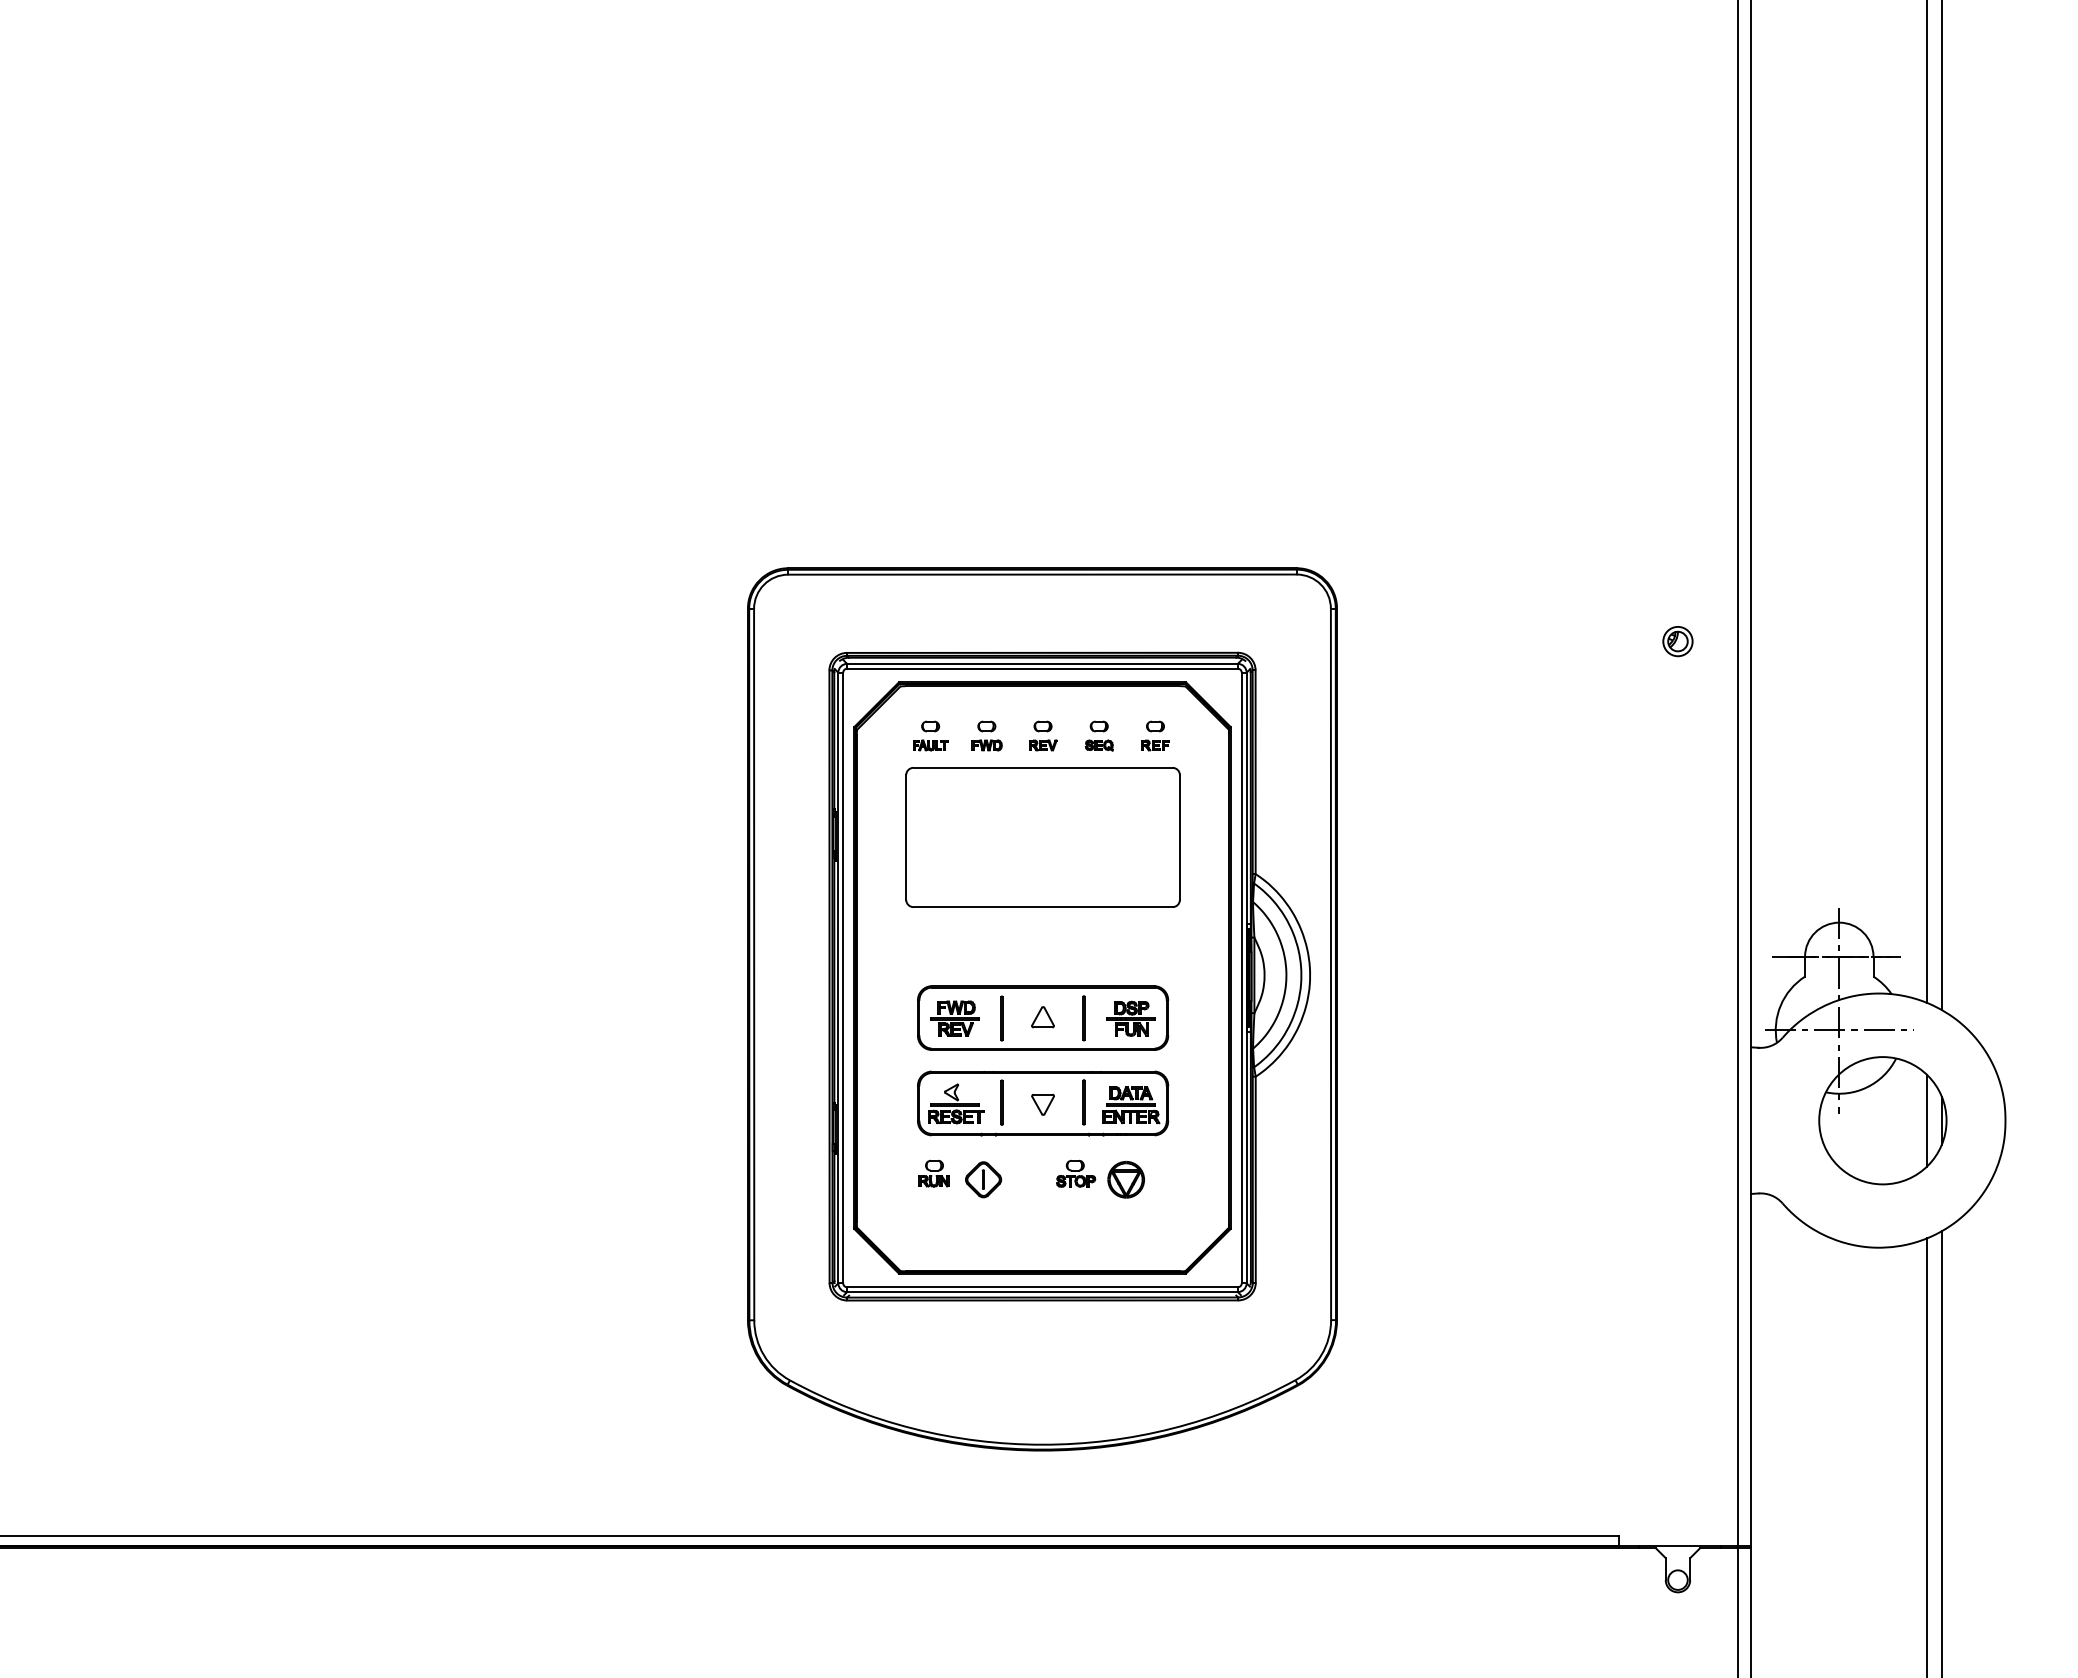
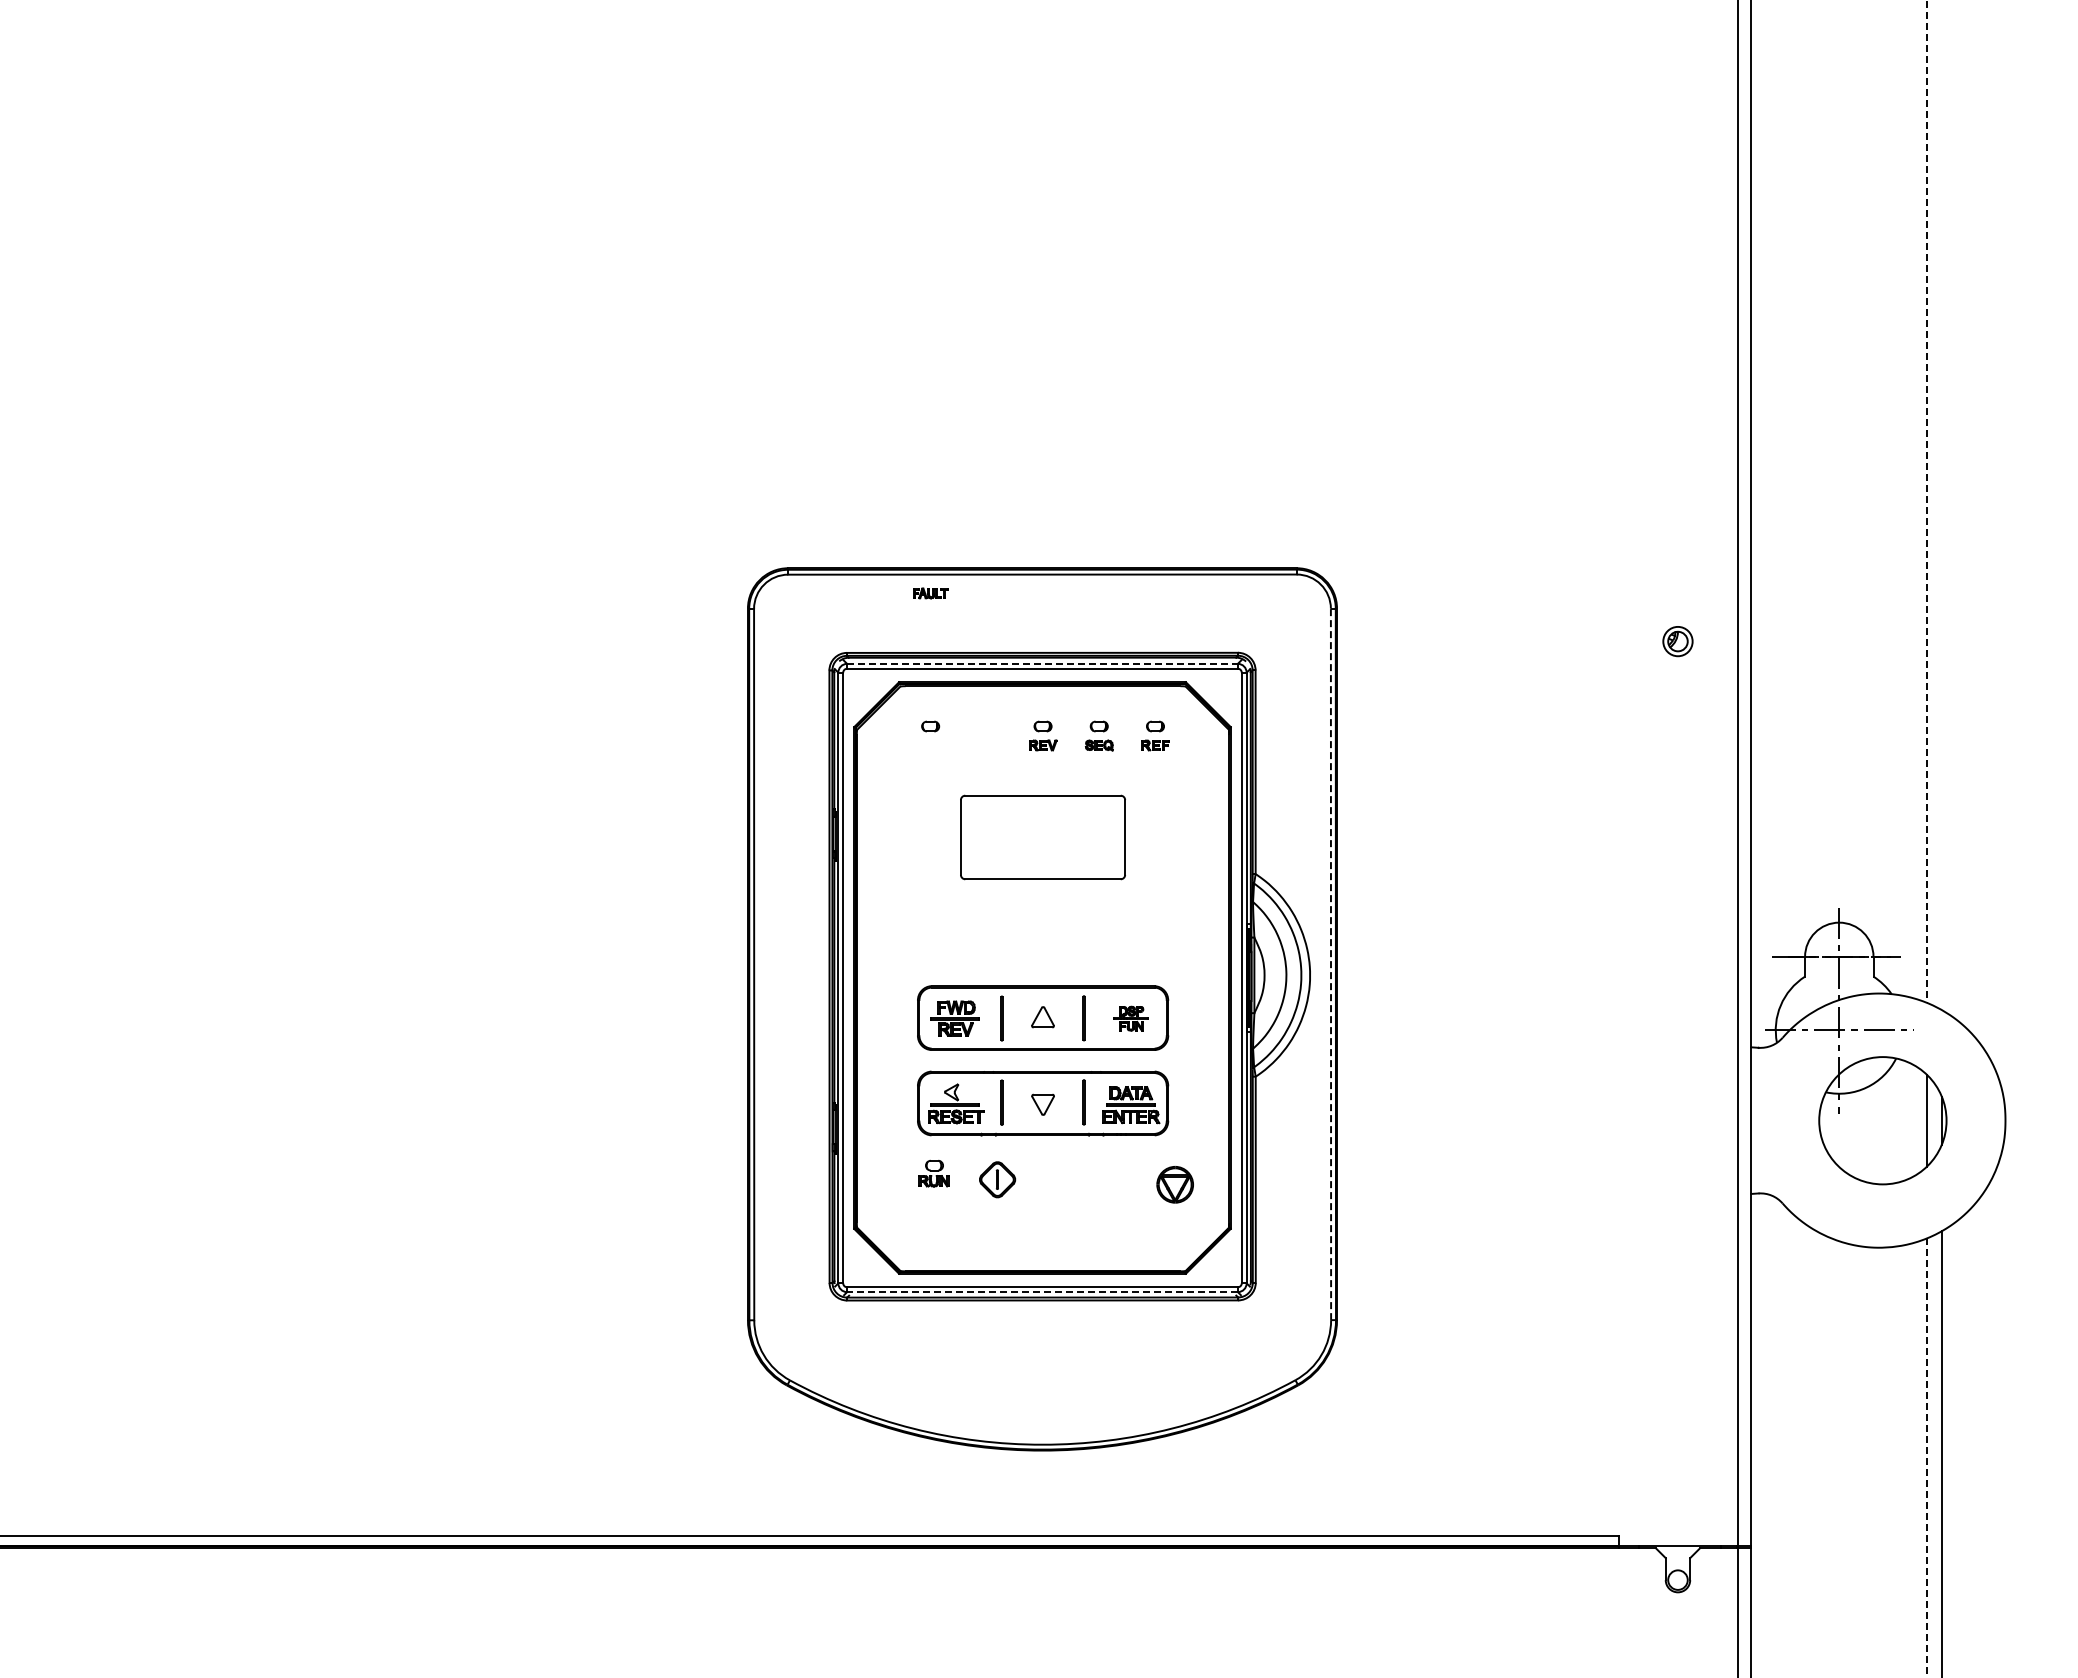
line at (1926, 501): solid -> dashed
line at (1941, 506): present -> none
line at (1043, 663): solid -> dashed
part at (986, 735): present -> none
part at (930, 745) position: (930, 745) -> (930, 593)
part at (1042, 837) size: 276x141 px -> 166x87 px
line at (1331, 964): solid -> dashed
part at (1130, 1018) size: 50x37 px -> 36x27 px
part at (1076, 1173): present -> none
part at (983, 1179) position: (983, 1179) -> (997, 1179)
part at (1125, 1179) position: (1125, 1179) -> (1174, 1184)
line at (1042, 1292): solid -> dashed
line at (1926, 1458): solid -> dashed
